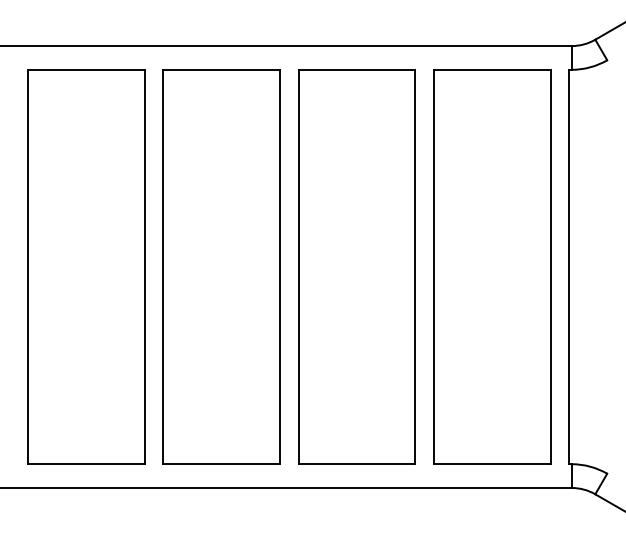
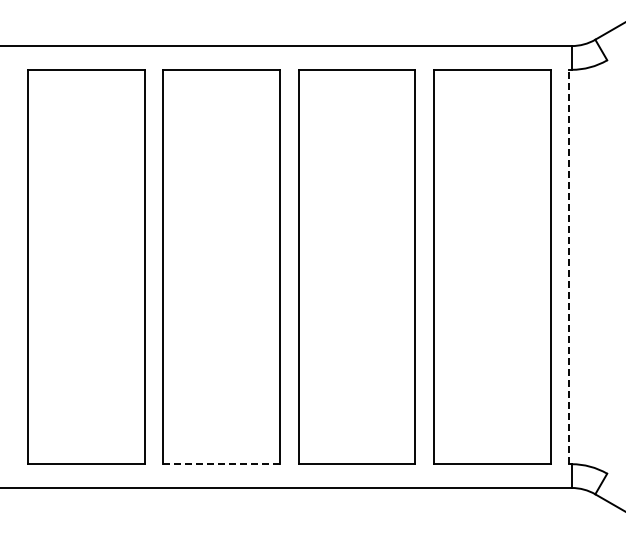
line at (569, 266): solid -> dashed
line at (222, 464): solid -> dashed
